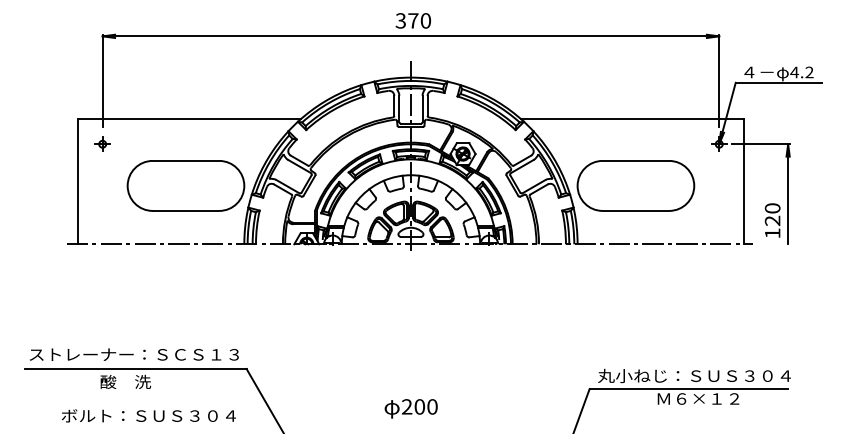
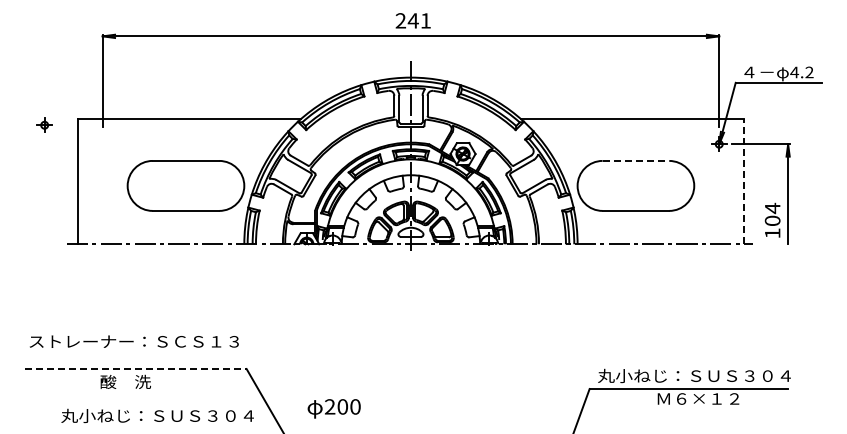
text at (413, 20): 370 -> 241
part at (102, 143) position: (102, 143) -> (44, 124)
line at (636, 160): solid -> dashed
line at (744, 181): solid -> dashed
text at (772, 214): 120 -> 104
text at (134, 354) position: (134, 354) -> (134, 341)
line at (136, 369): solid -> dashed
text at (410, 408) position: (410, 408) -> (333, 408)
text at (157, 415): ボルト：ＳＵＳ３０４ -> 丸小ねじ：ＳＵＳ３０４
